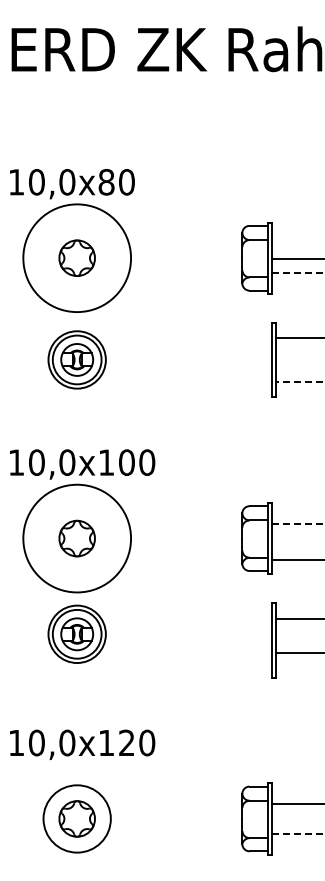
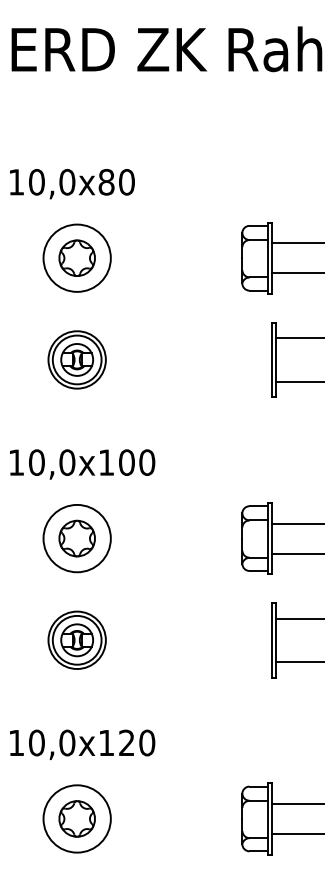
circle at (77, 258) diameter: 108 px -> 67 px
line at (296, 259) position: (296, 259) -> (296, 243)
line at (298, 273): dashed -> solid
line at (300, 381): dashed -> solid
line at (298, 523): dashed -> solid
circle at (77, 538) diameter: 108 px -> 67 px
line at (296, 559) position: (296, 559) -> (296, 553)
part at (76, 633) position: (76, 633) -> (76, 639)
line at (298, 652) position: (298, 652) -> (298, 661)
line at (298, 834): dashed -> solid
